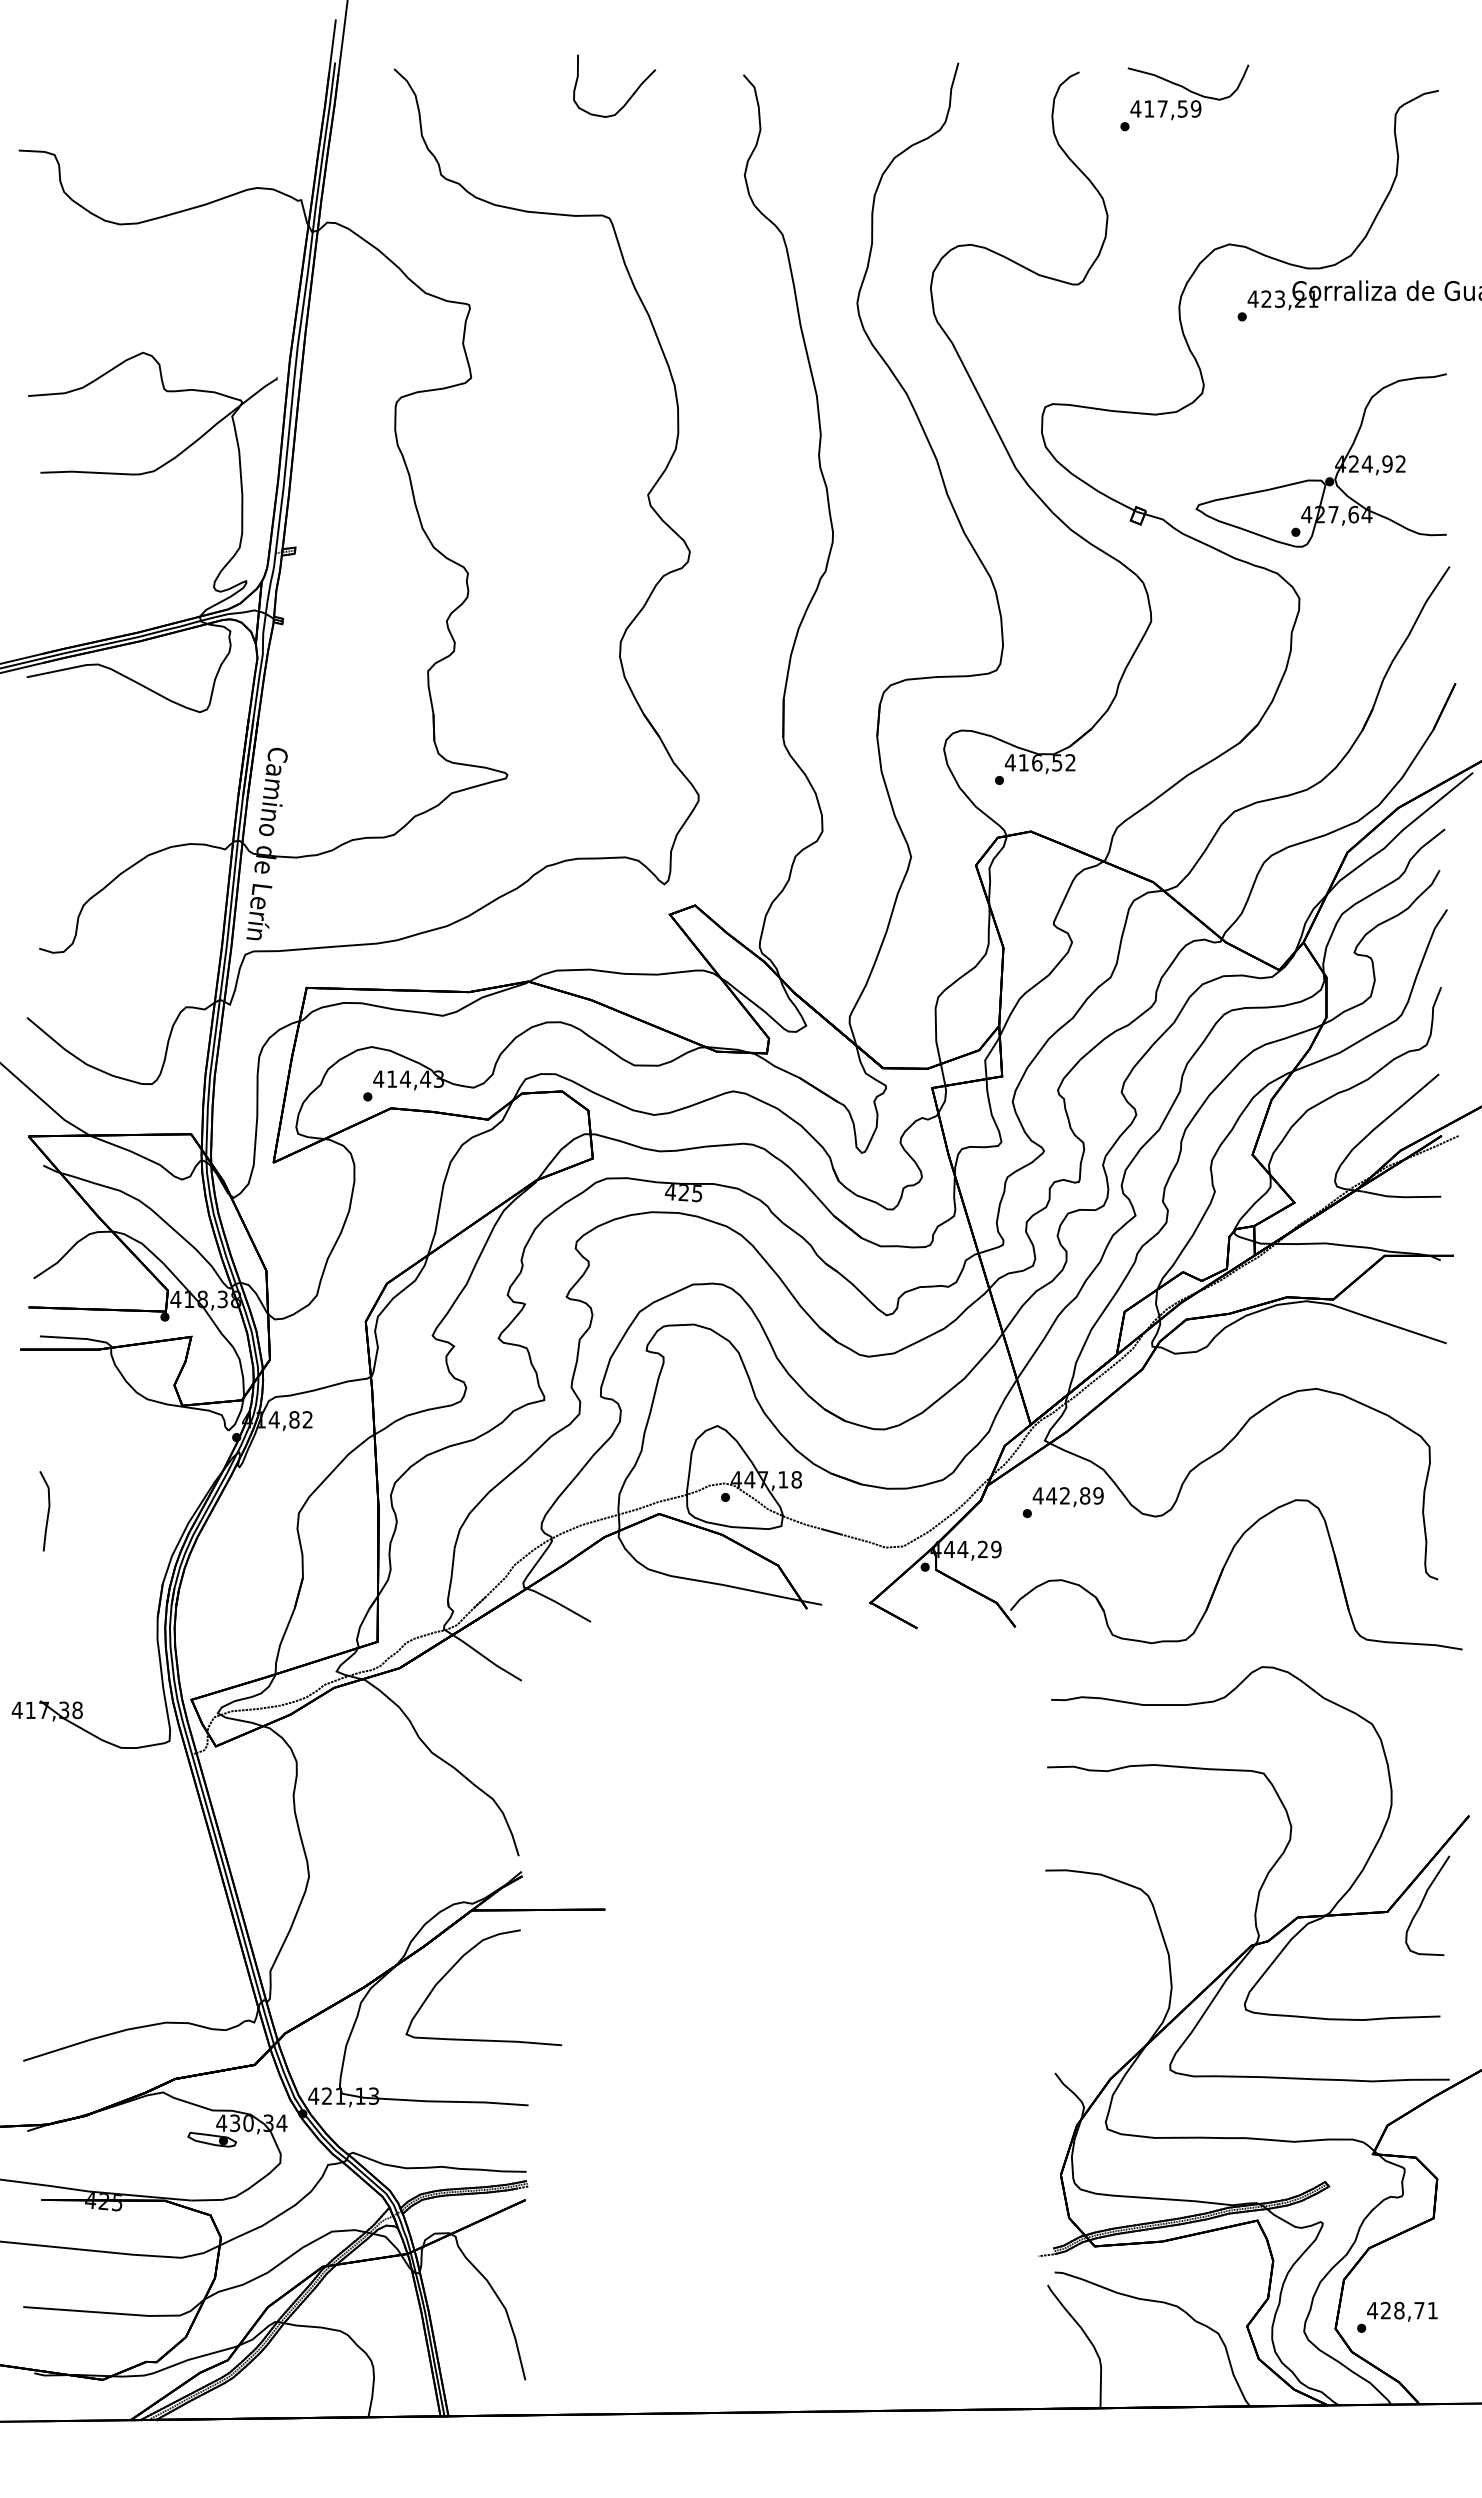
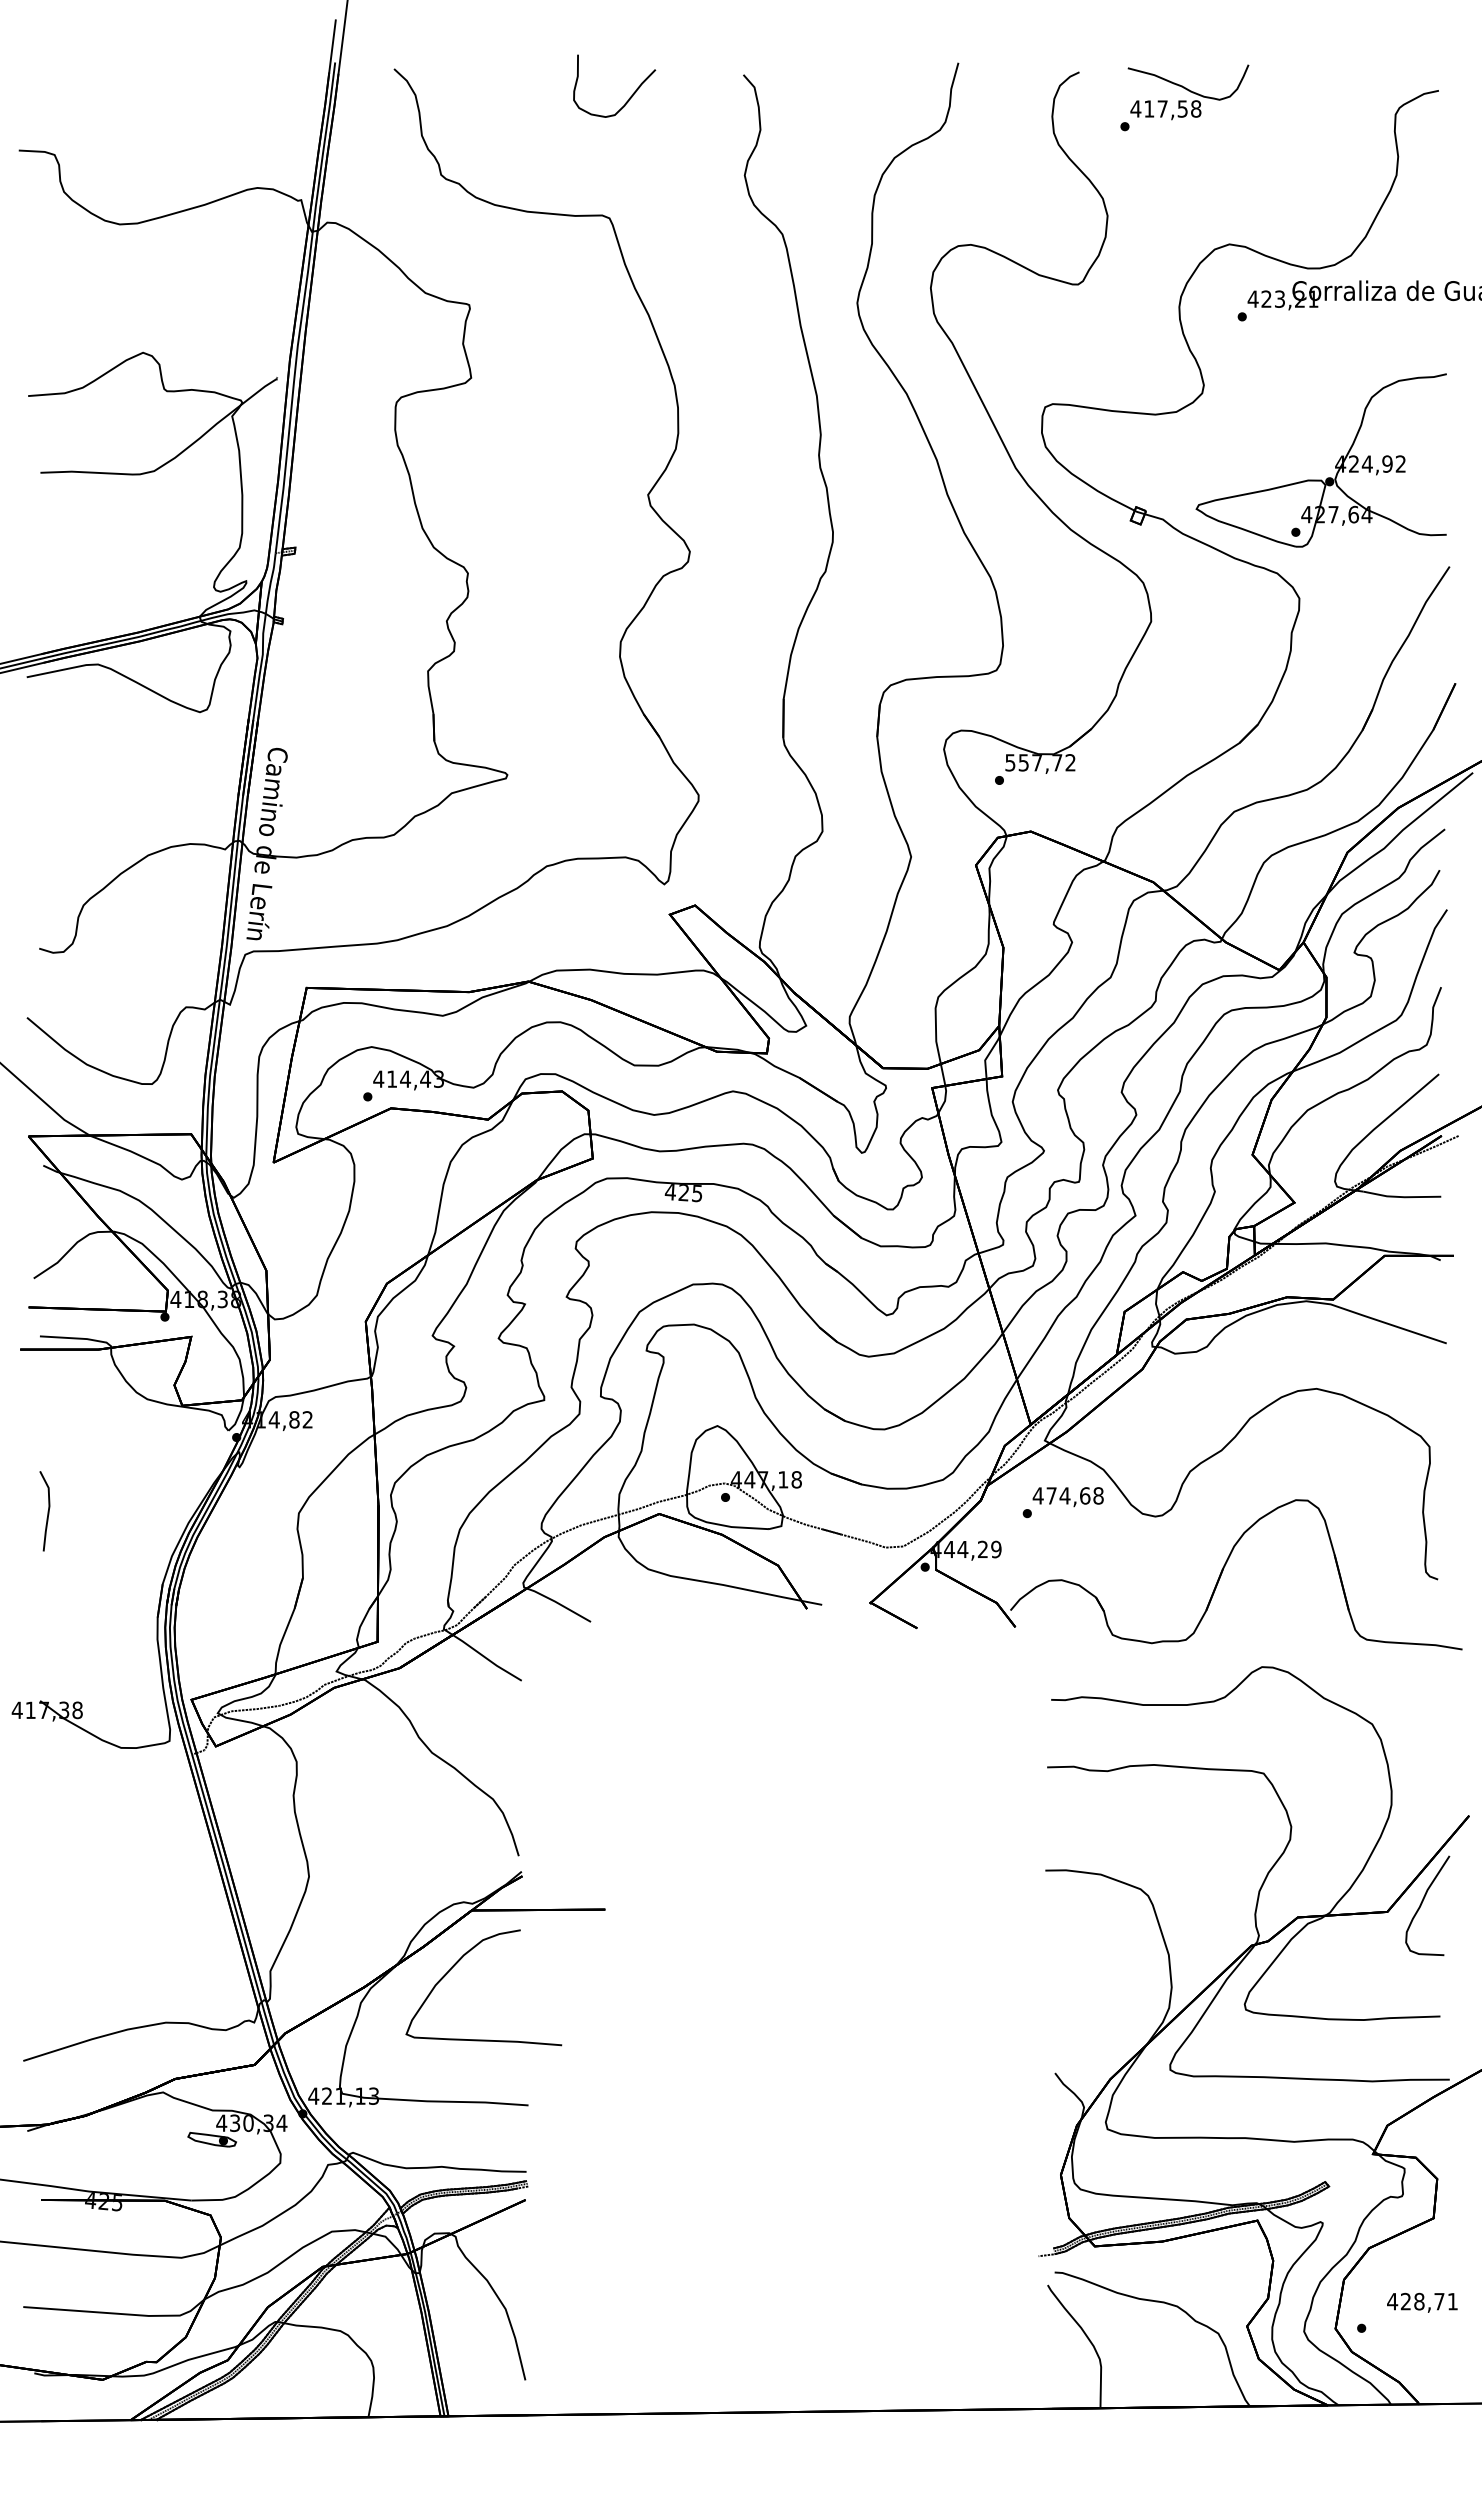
text at (1195, 108): 417,59 -> 417,58
text at (1033, 762): 416,52 -> 557,72
text at (1074, 1495): 442,89 -> 474,68
text at (1402, 2311) position: (1402, 2311) -> (1422, 2302)
